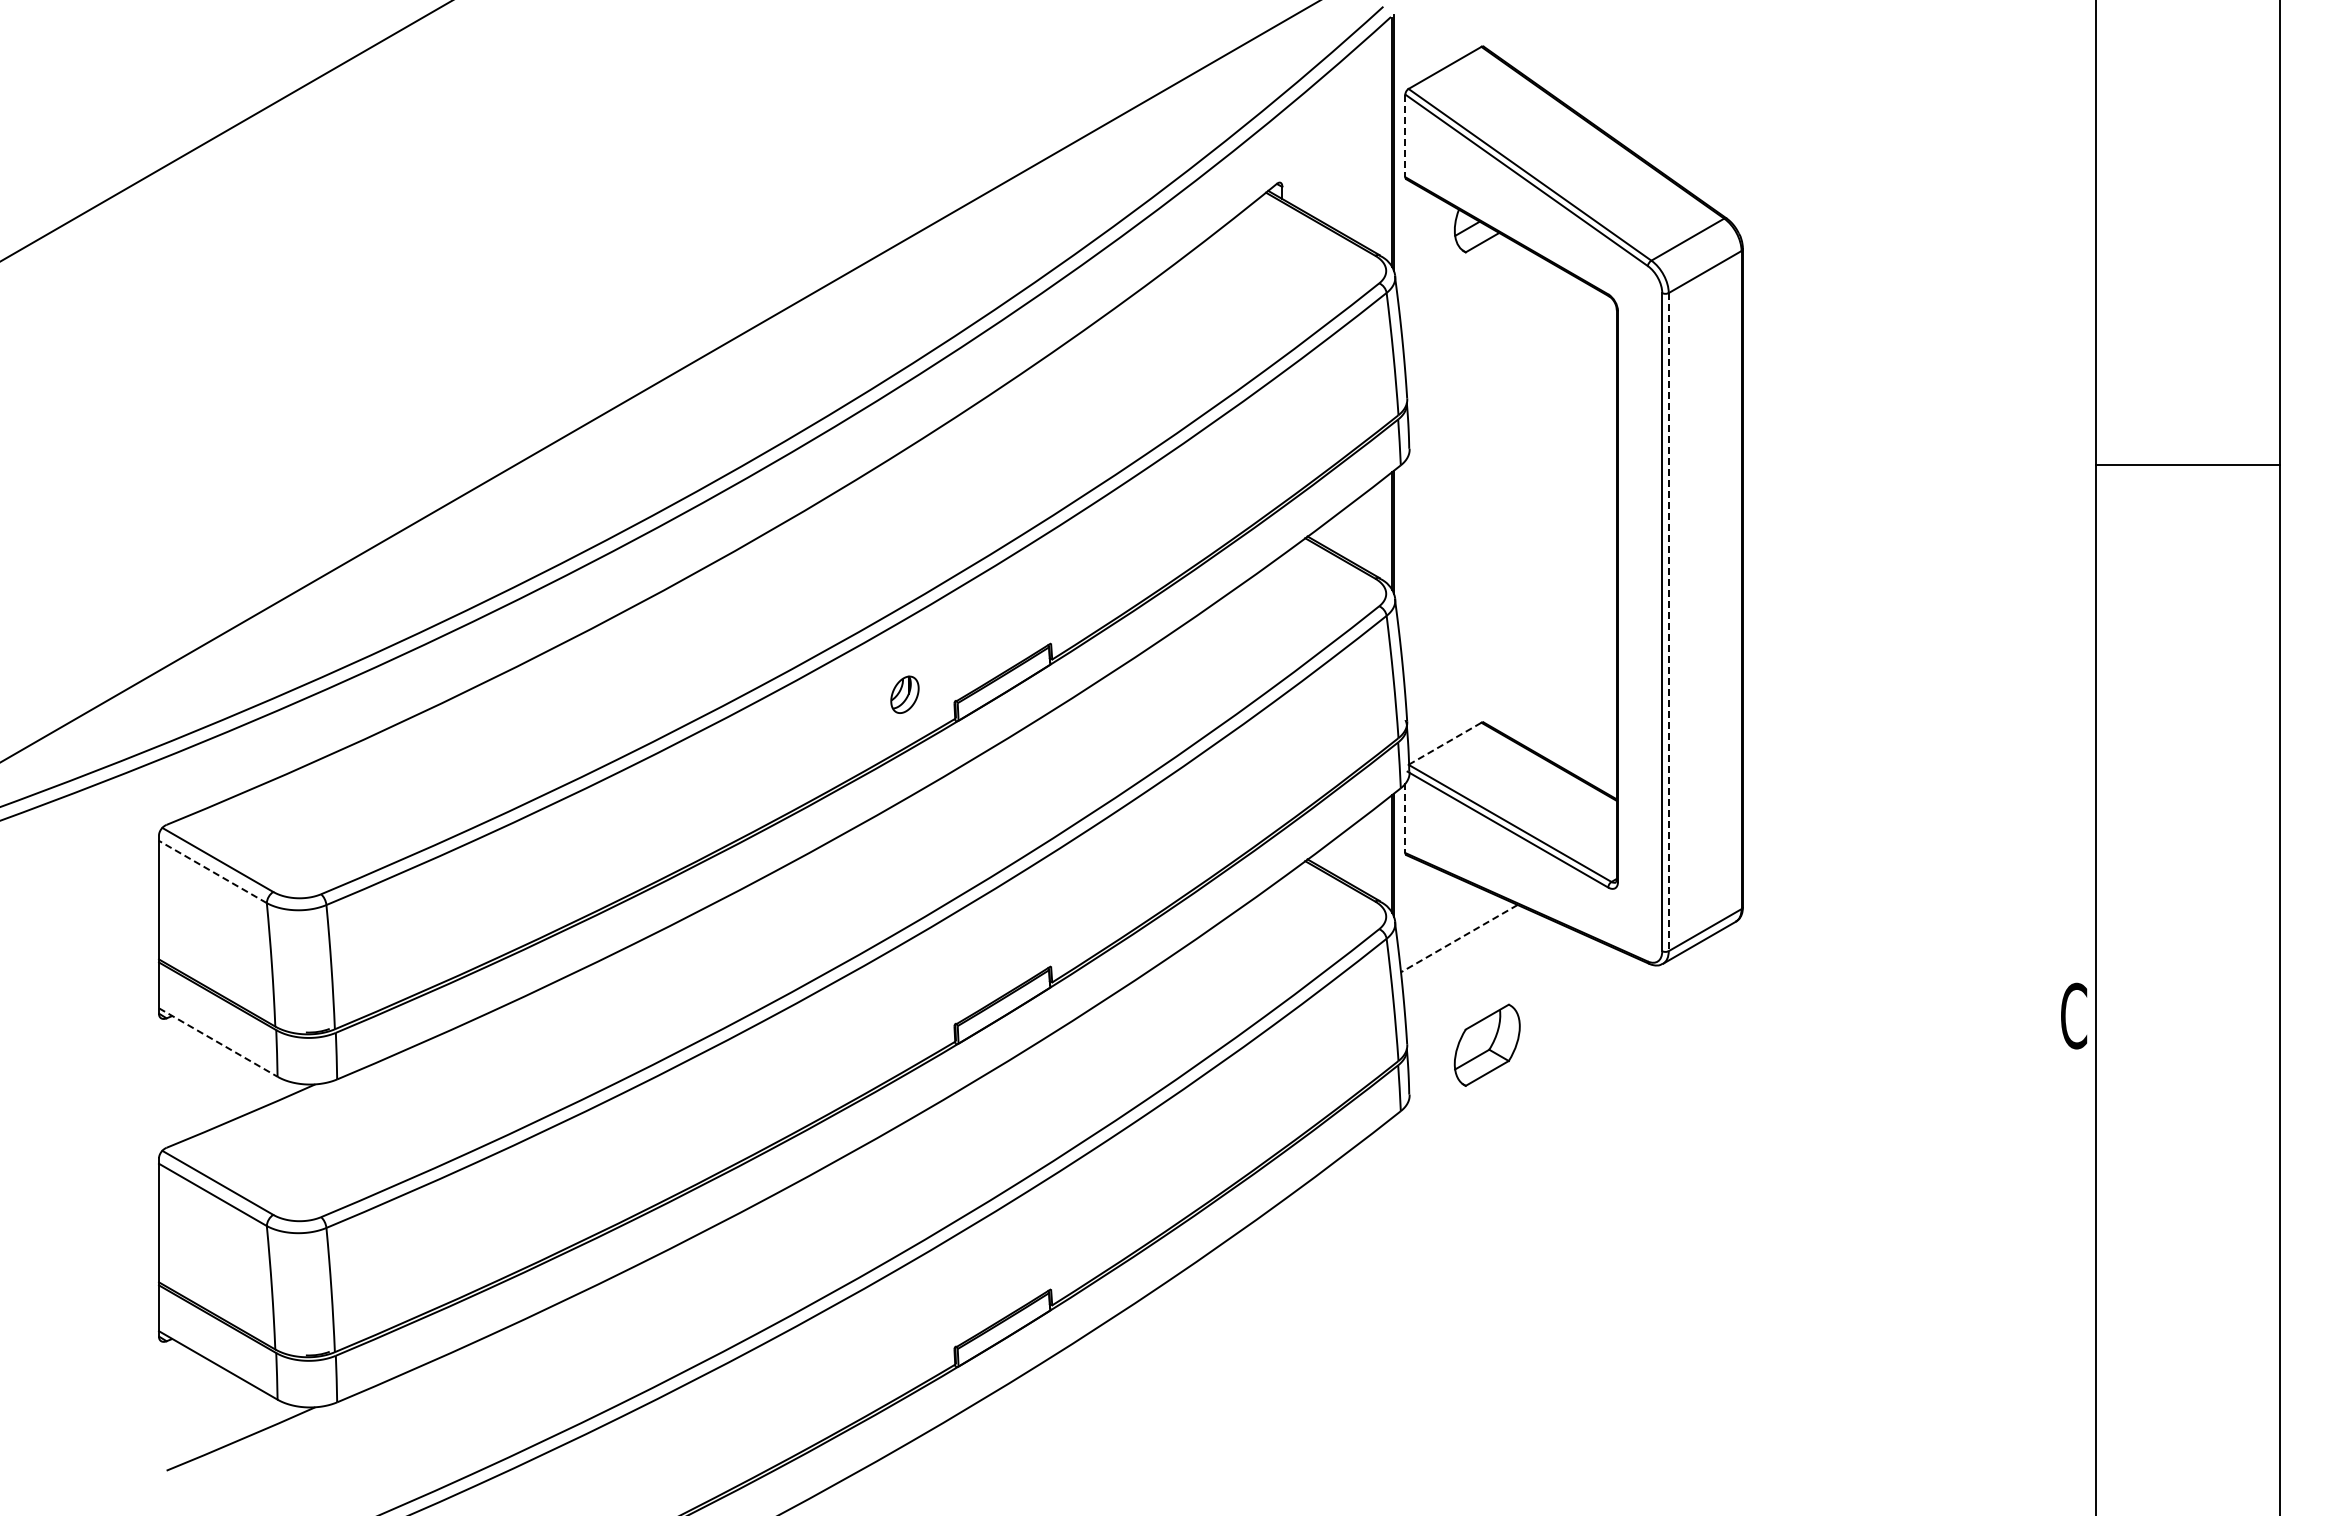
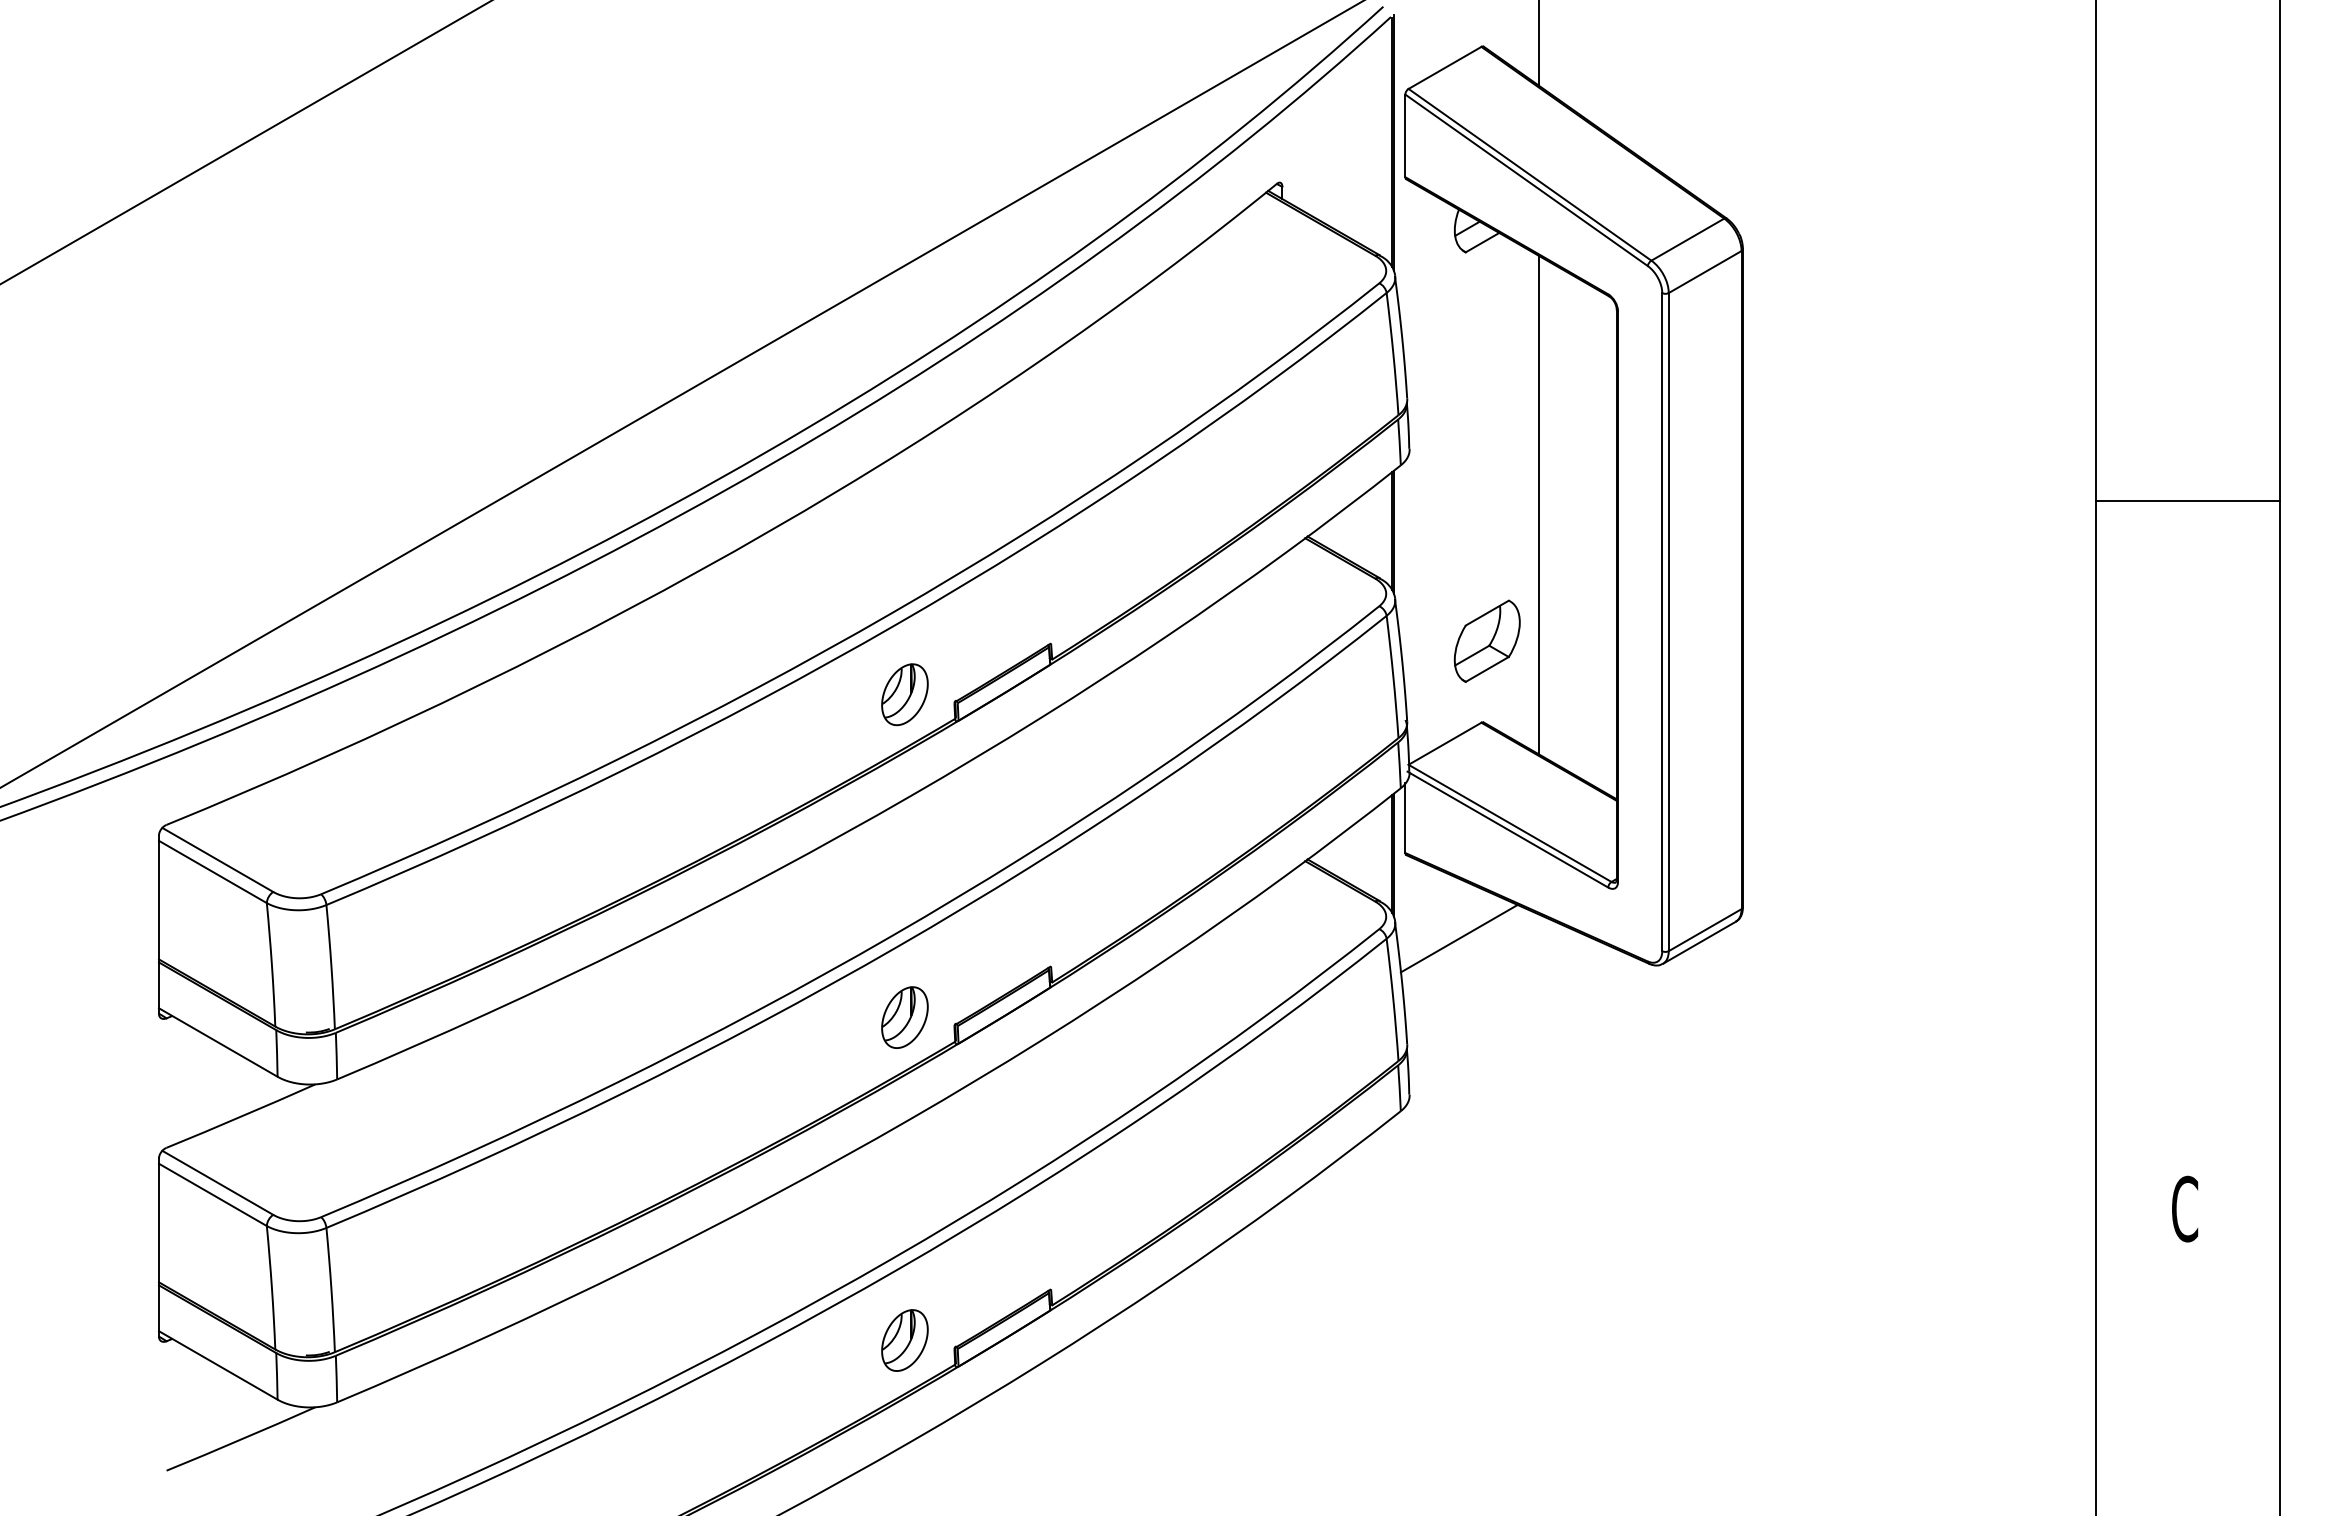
line at (1539, 43): none -> present
line at (225, 131) position: (225, 131) -> (245, 142)
line at (1405, 136): dashed -> solid
line at (659, 381) position: (659, 381) -> (681, 394)
line at (2187, 465) position: (2187, 465) -> (2187, 501)
line at (1539, 505): none -> present
line at (1668, 622): dashed -> solid
part at (904, 694) size: 30x39 px -> 48x64 px
line at (1445, 743): dashed -> solid
line at (1405, 818): dashed -> solid
line at (212, 871): dashed -> solid
line at (1458, 938): dashed -> solid
text at (2074, 1015) position: (2074, 1015) -> (2185, 1208)
part at (904, 1017): none -> present
line at (218, 1042): dashed -> solid
part at (1486, 1044) position: (1486, 1044) -> (1486, 640)
part at (904, 1340): none -> present
